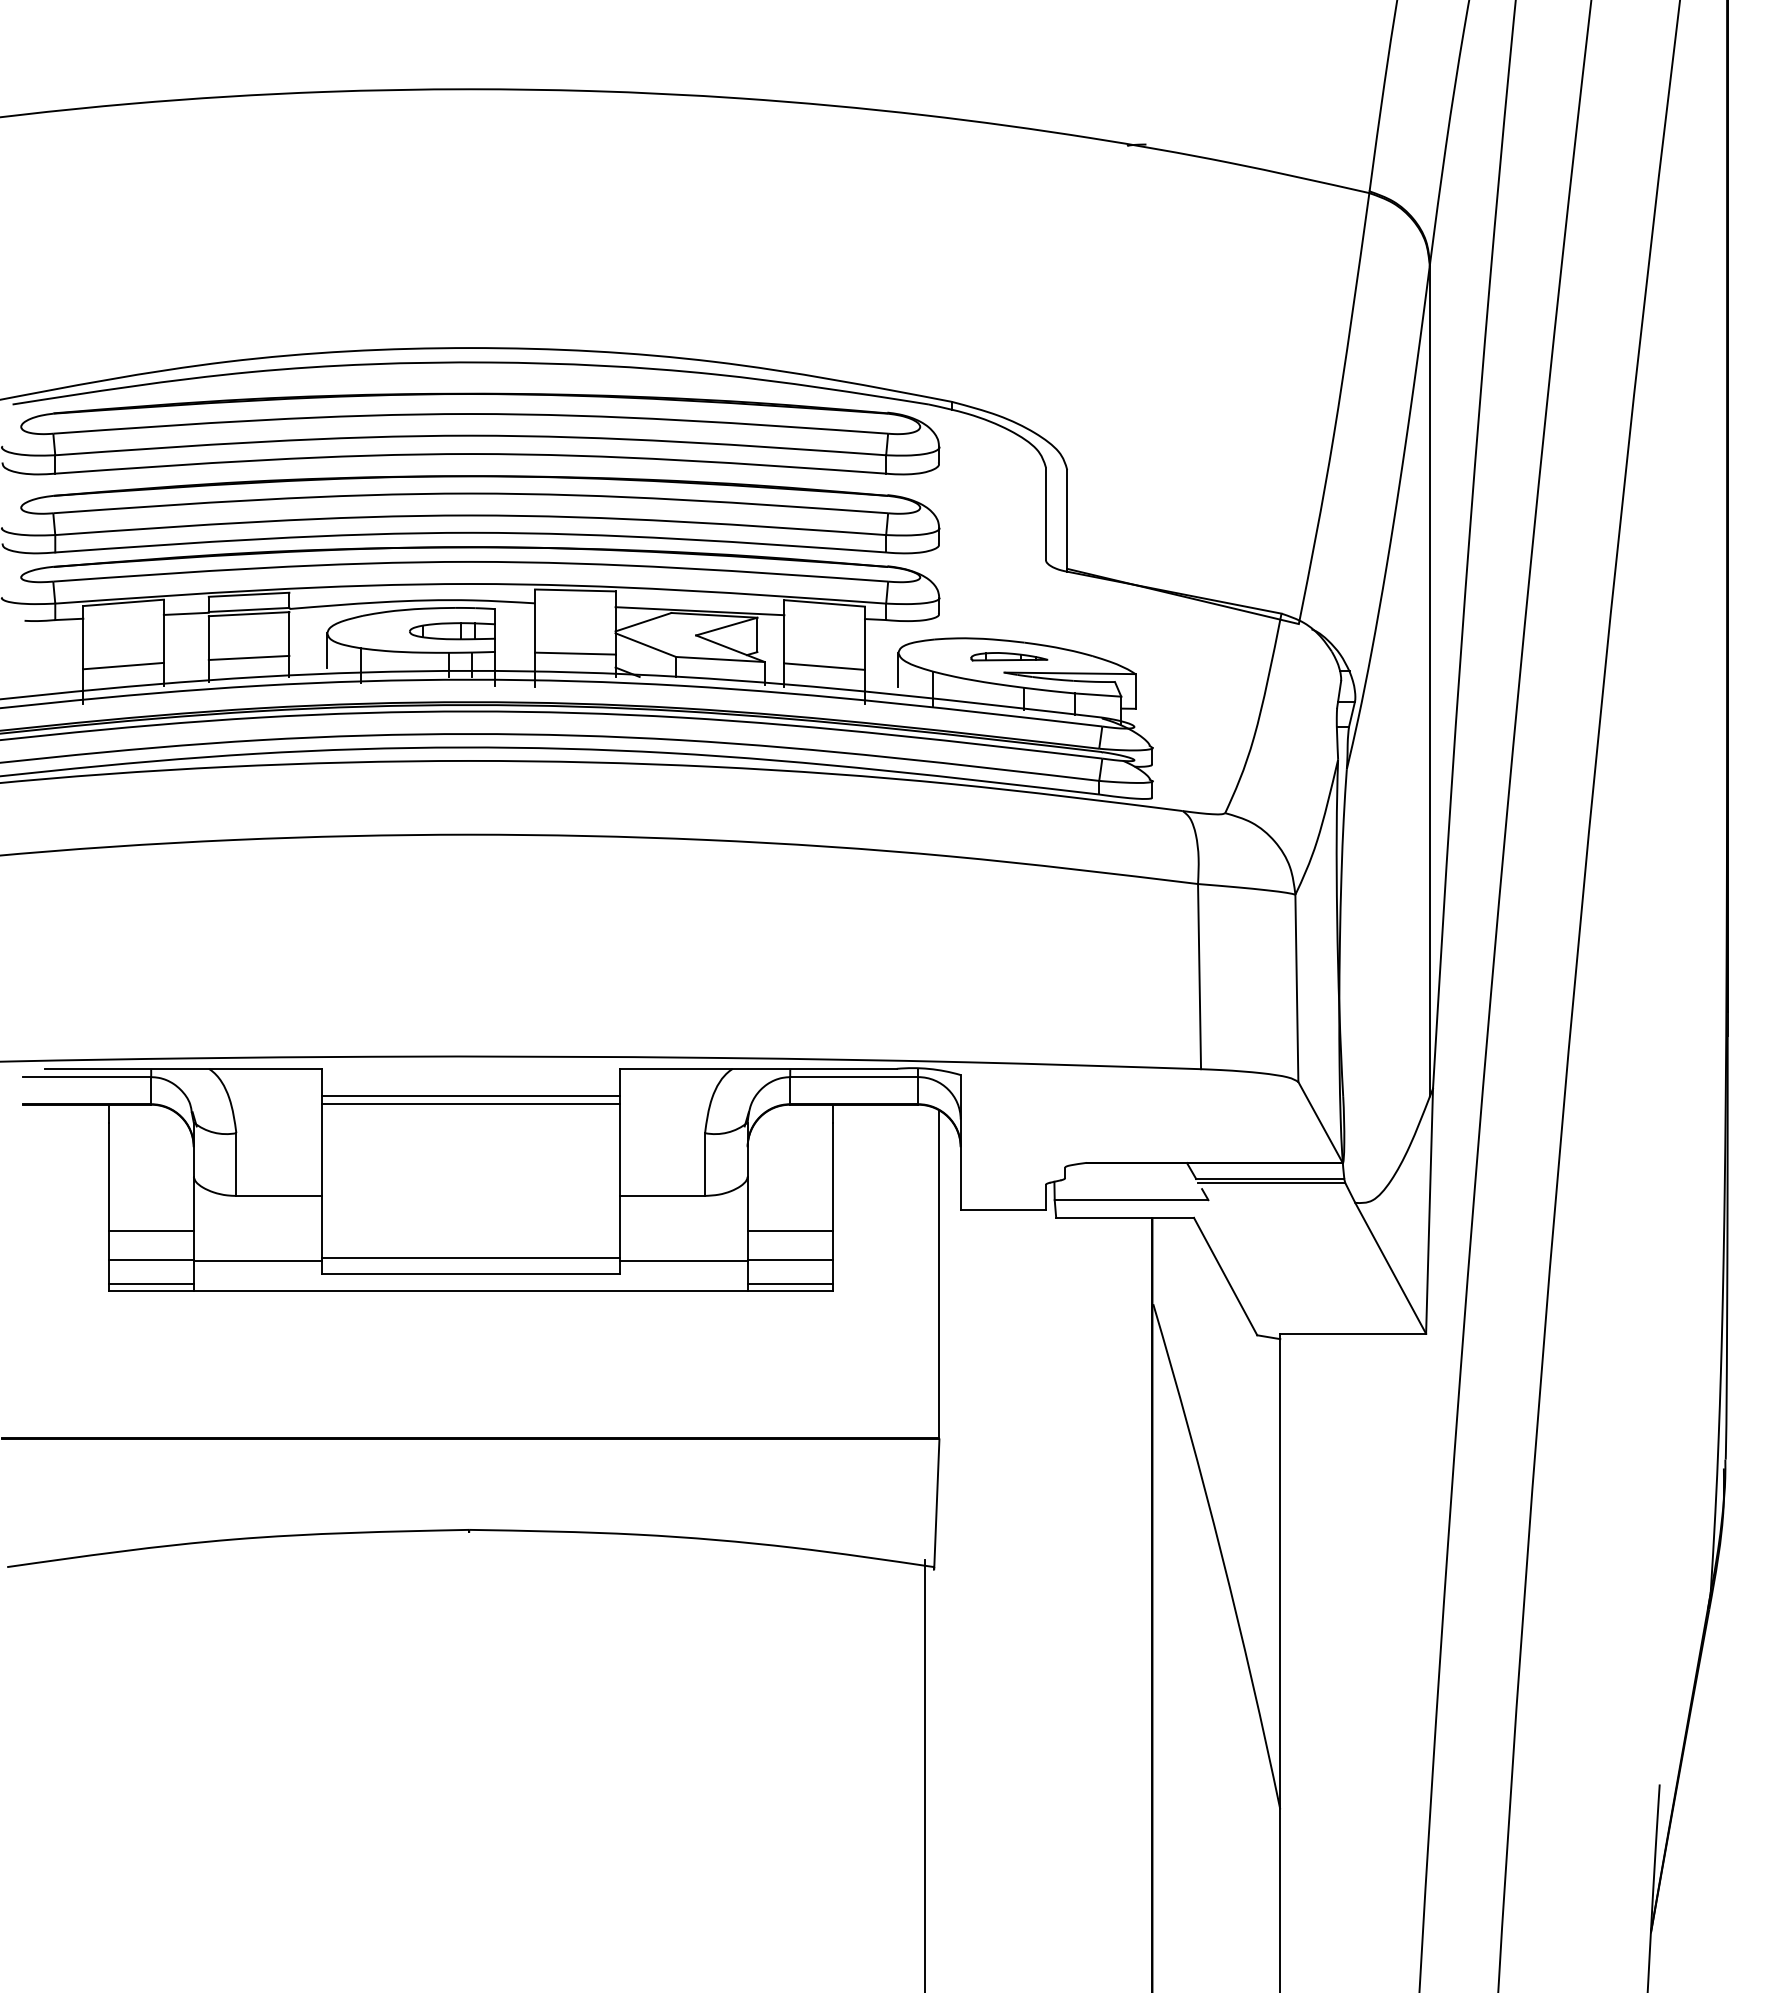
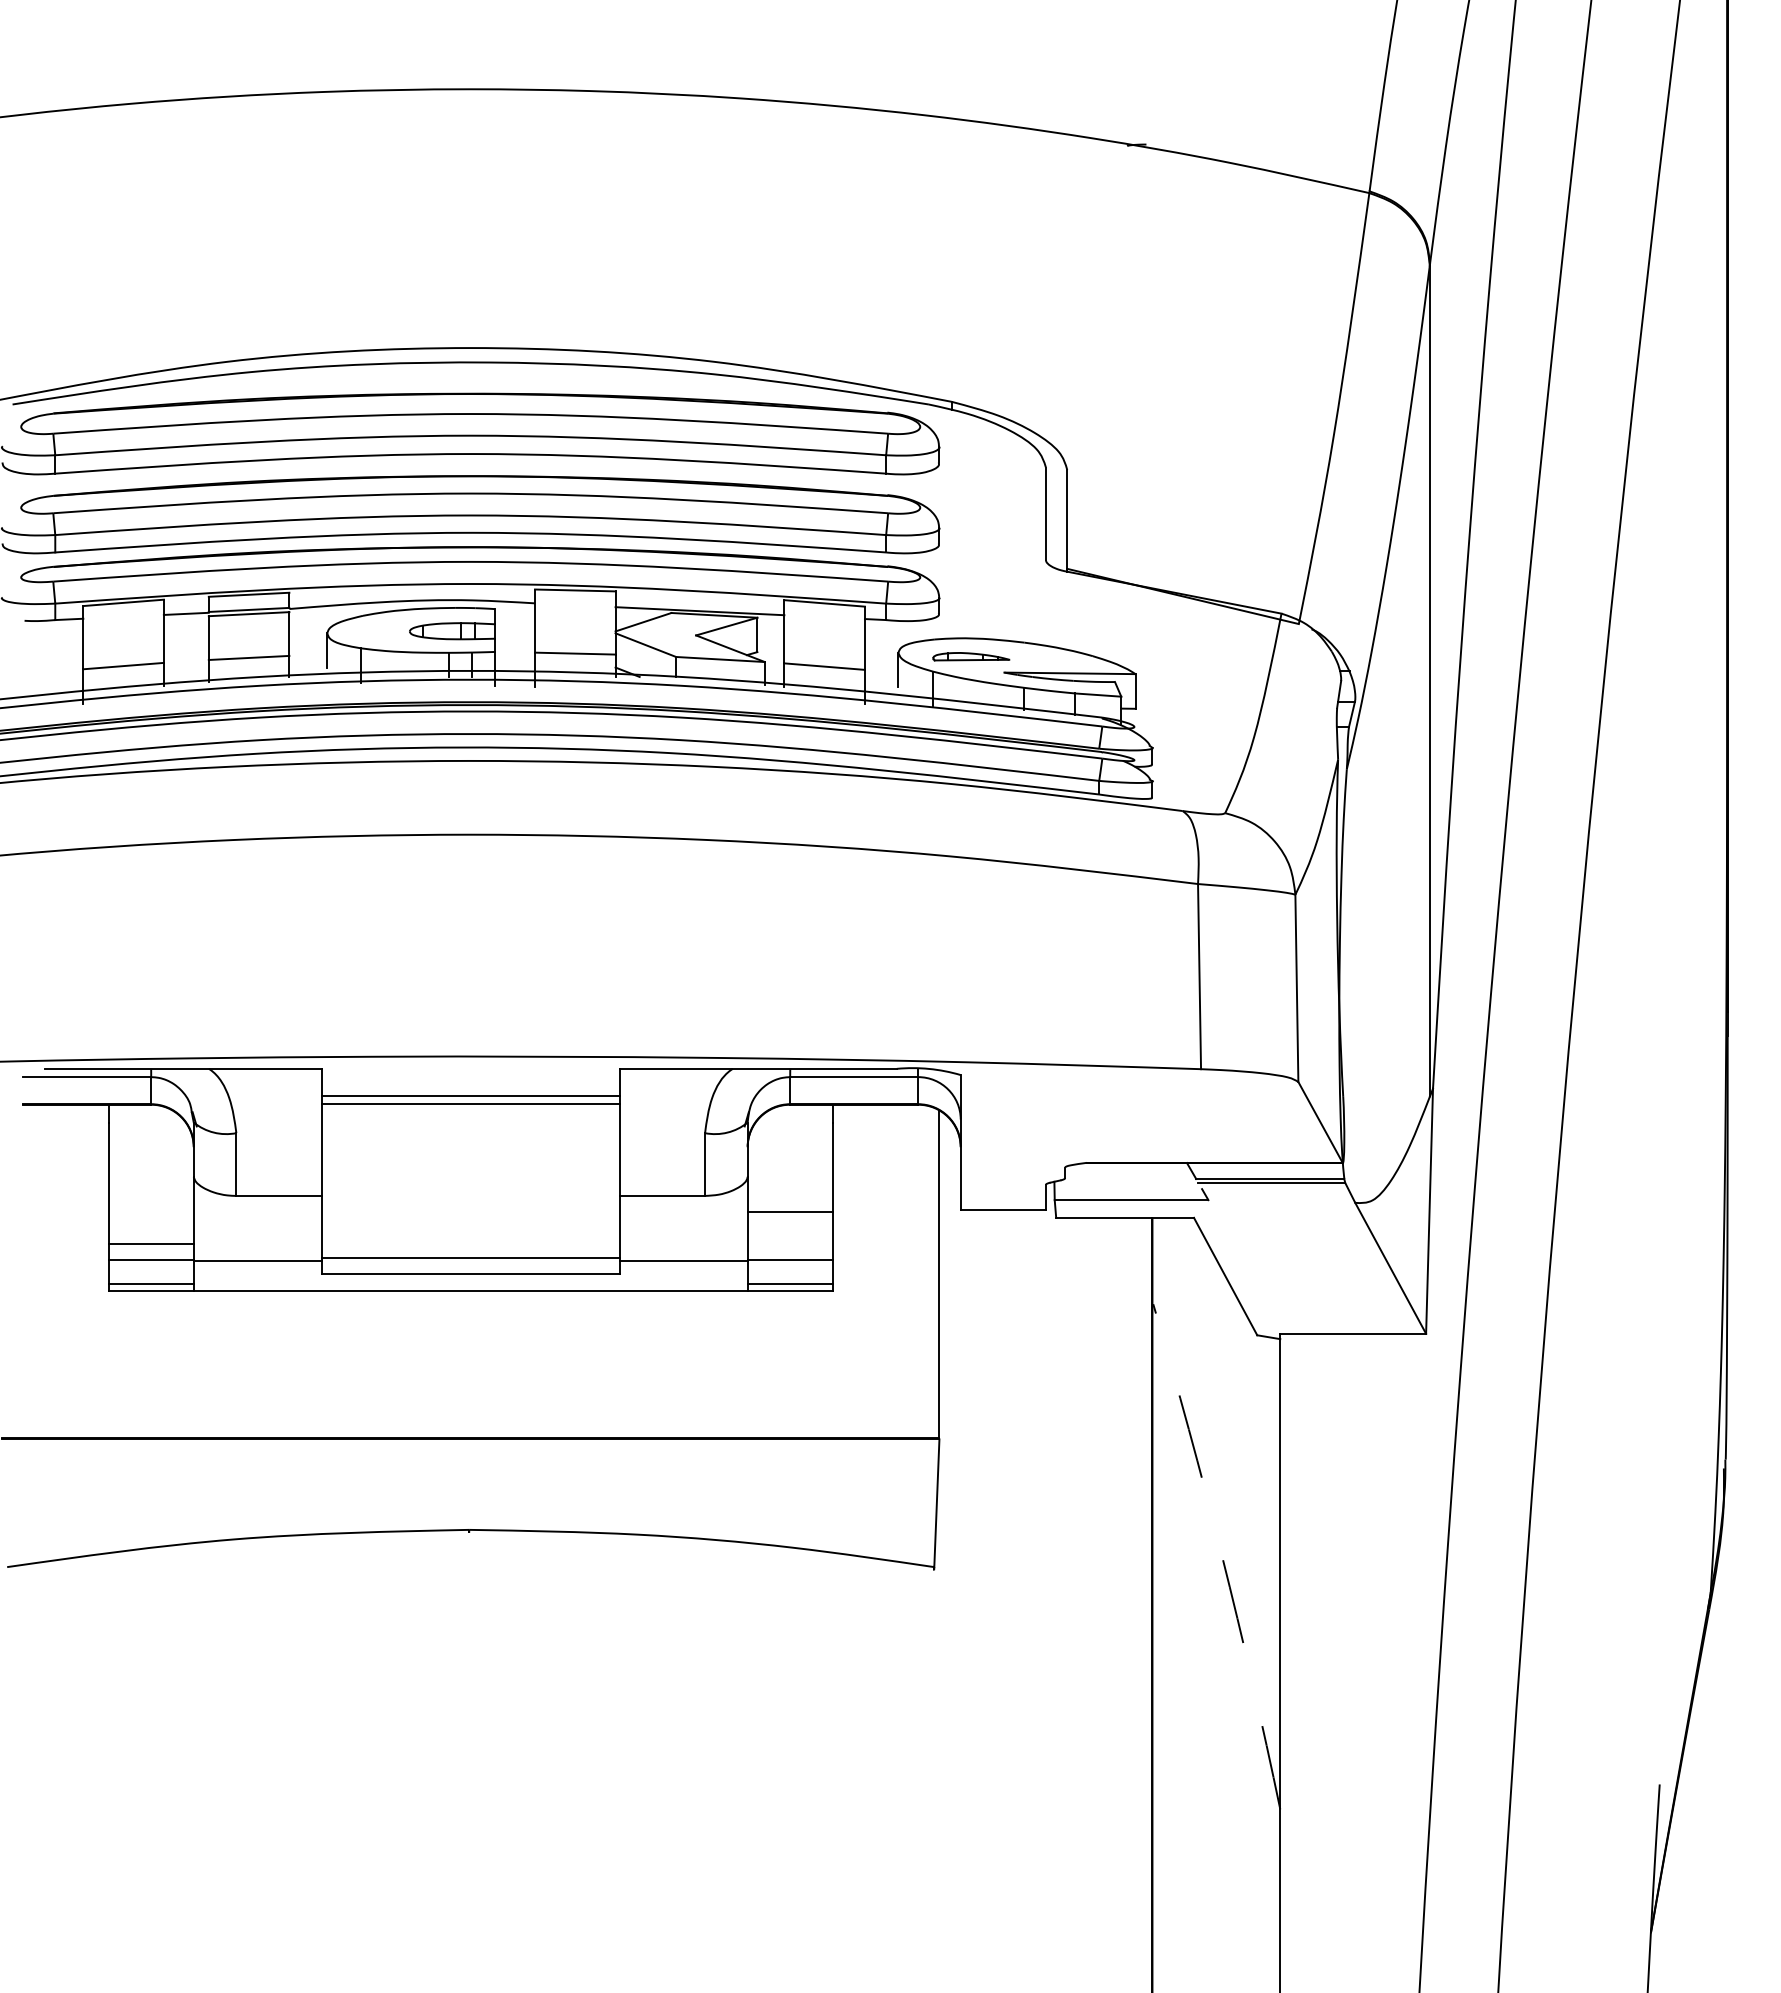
part at (1009, 656) position: (1009, 656) -> (971, 656)
line at (150, 1231) position: (150, 1231) -> (150, 1244)
line at (789, 1231) position: (789, 1231) -> (789, 1212)
arc at (1221, 1555): solid -> dashed
line at (924, 1774): present -> none
